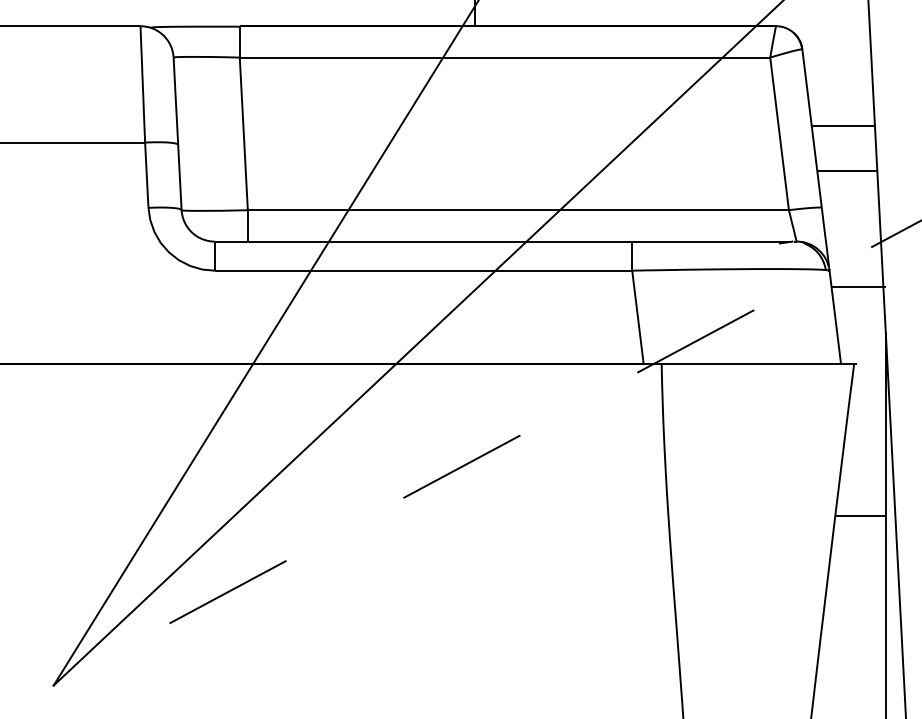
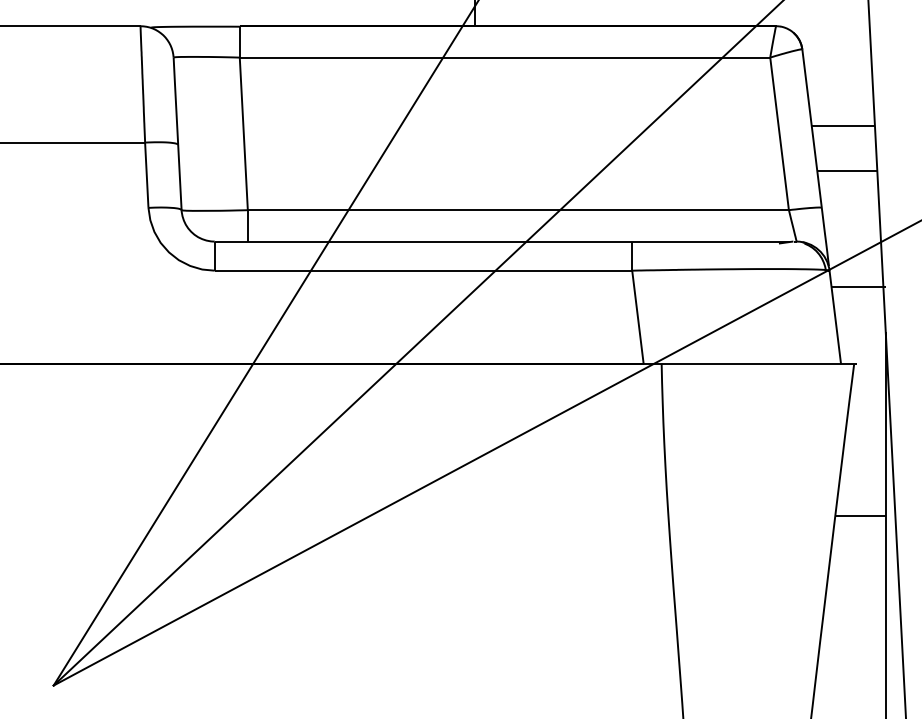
line at (487, 453): dashed -> solid
